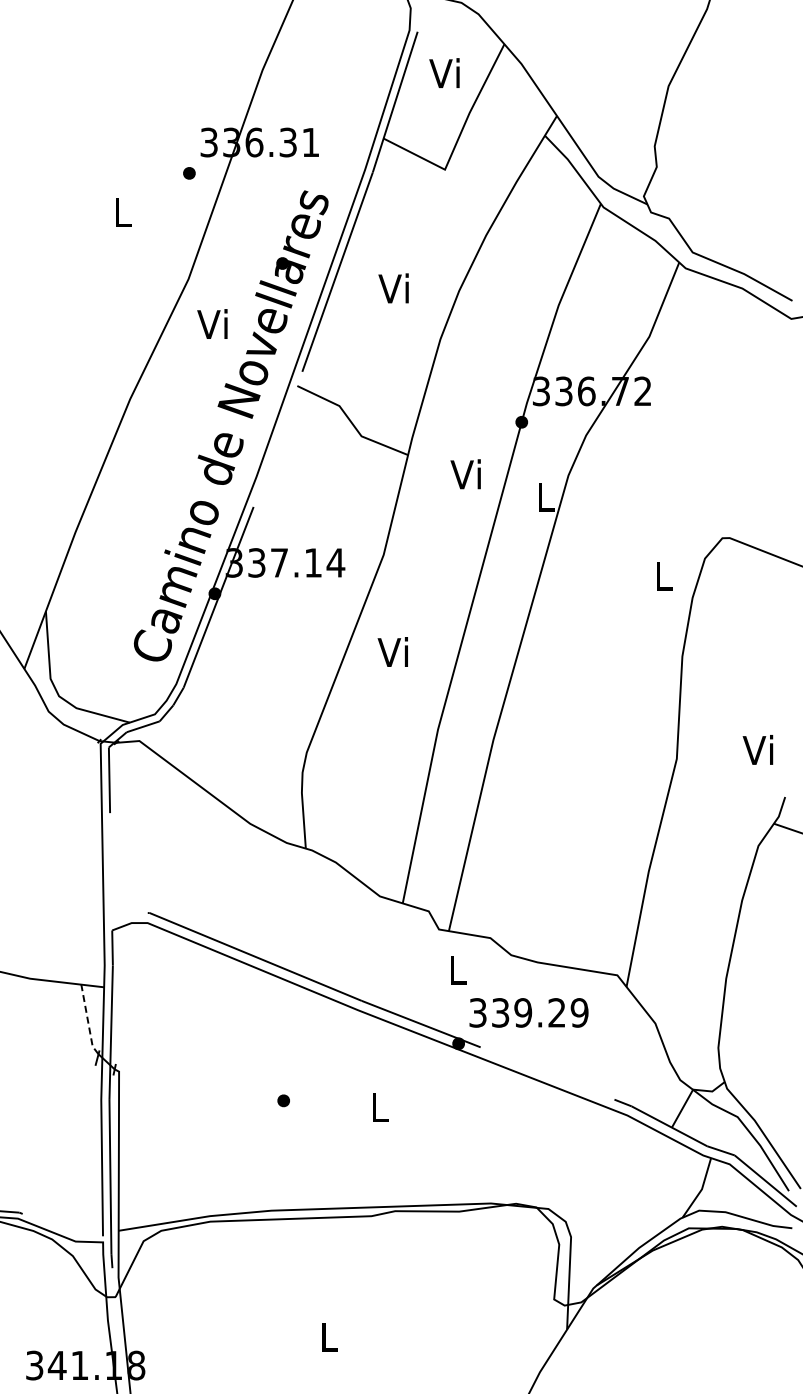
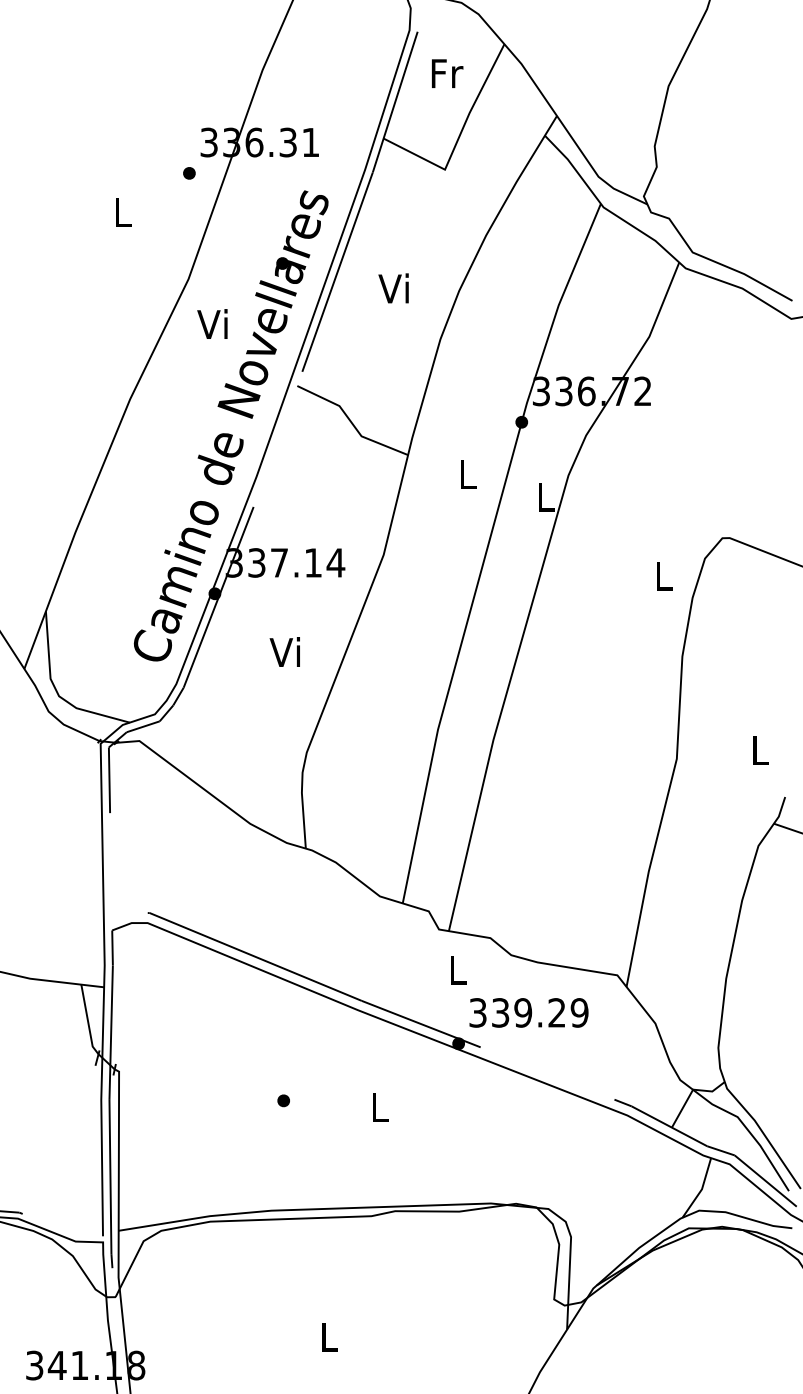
text at (446, 73): Vi -> Fr
text at (465, 474): Vi -> L
text at (392, 651) position: (392, 651) -> (284, 651)
text at (757, 749): Vi -> L
line at (87, 1020): dashed -> solid
